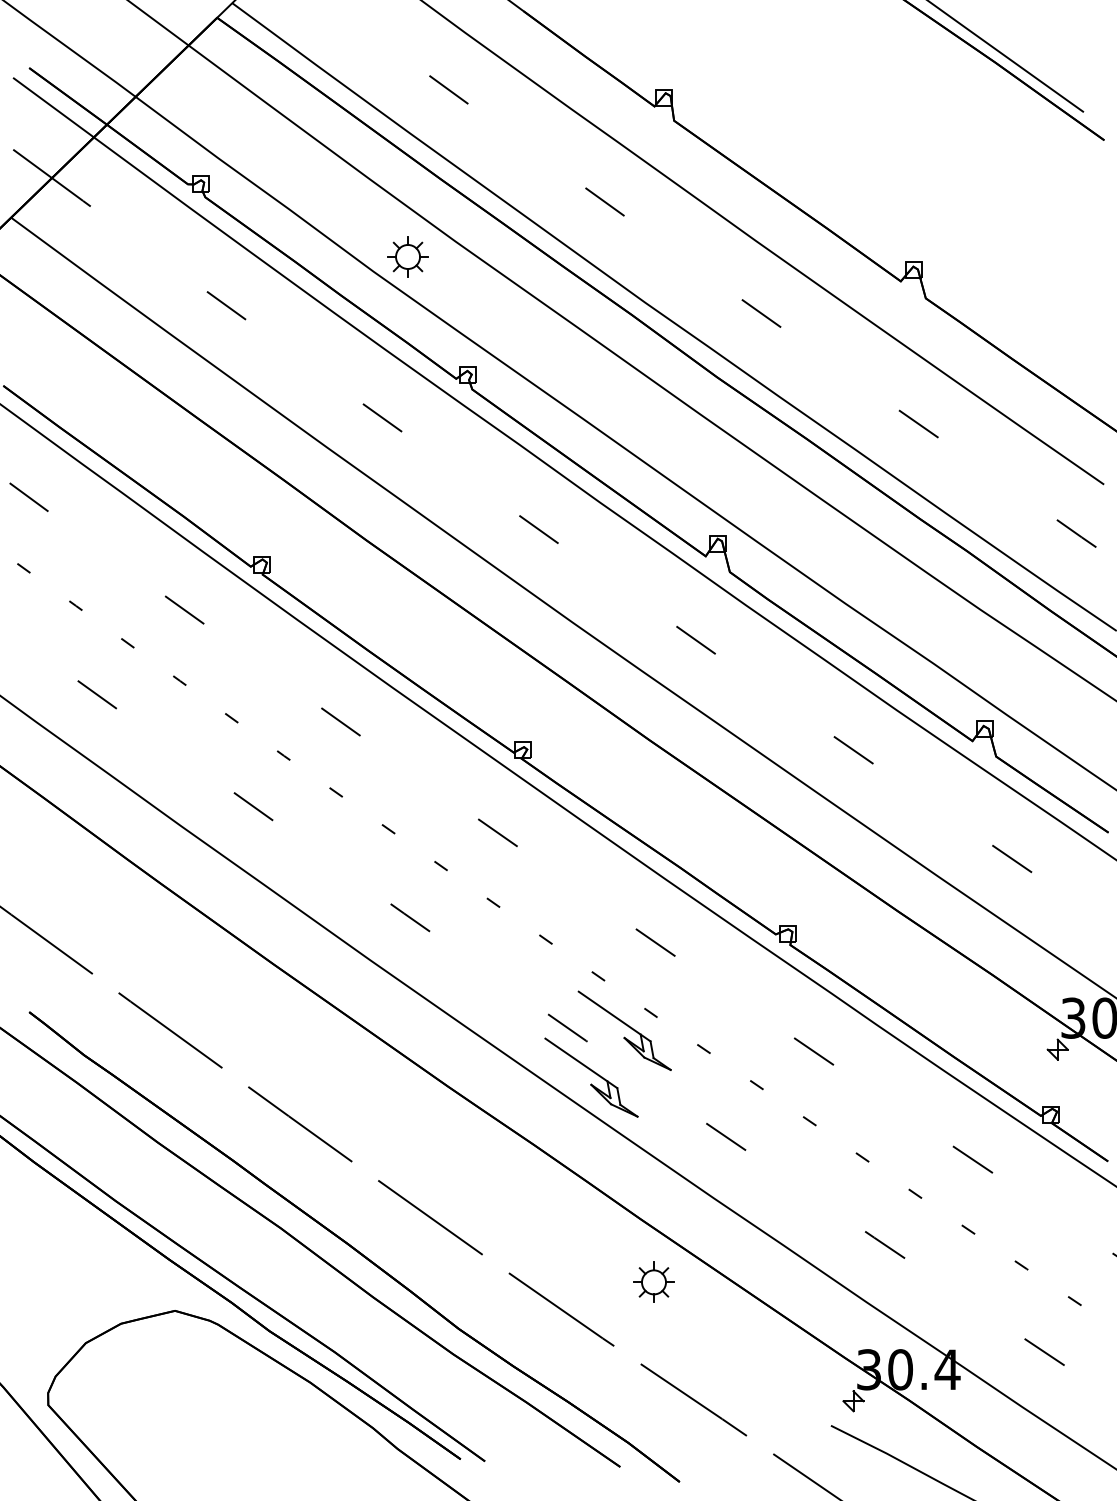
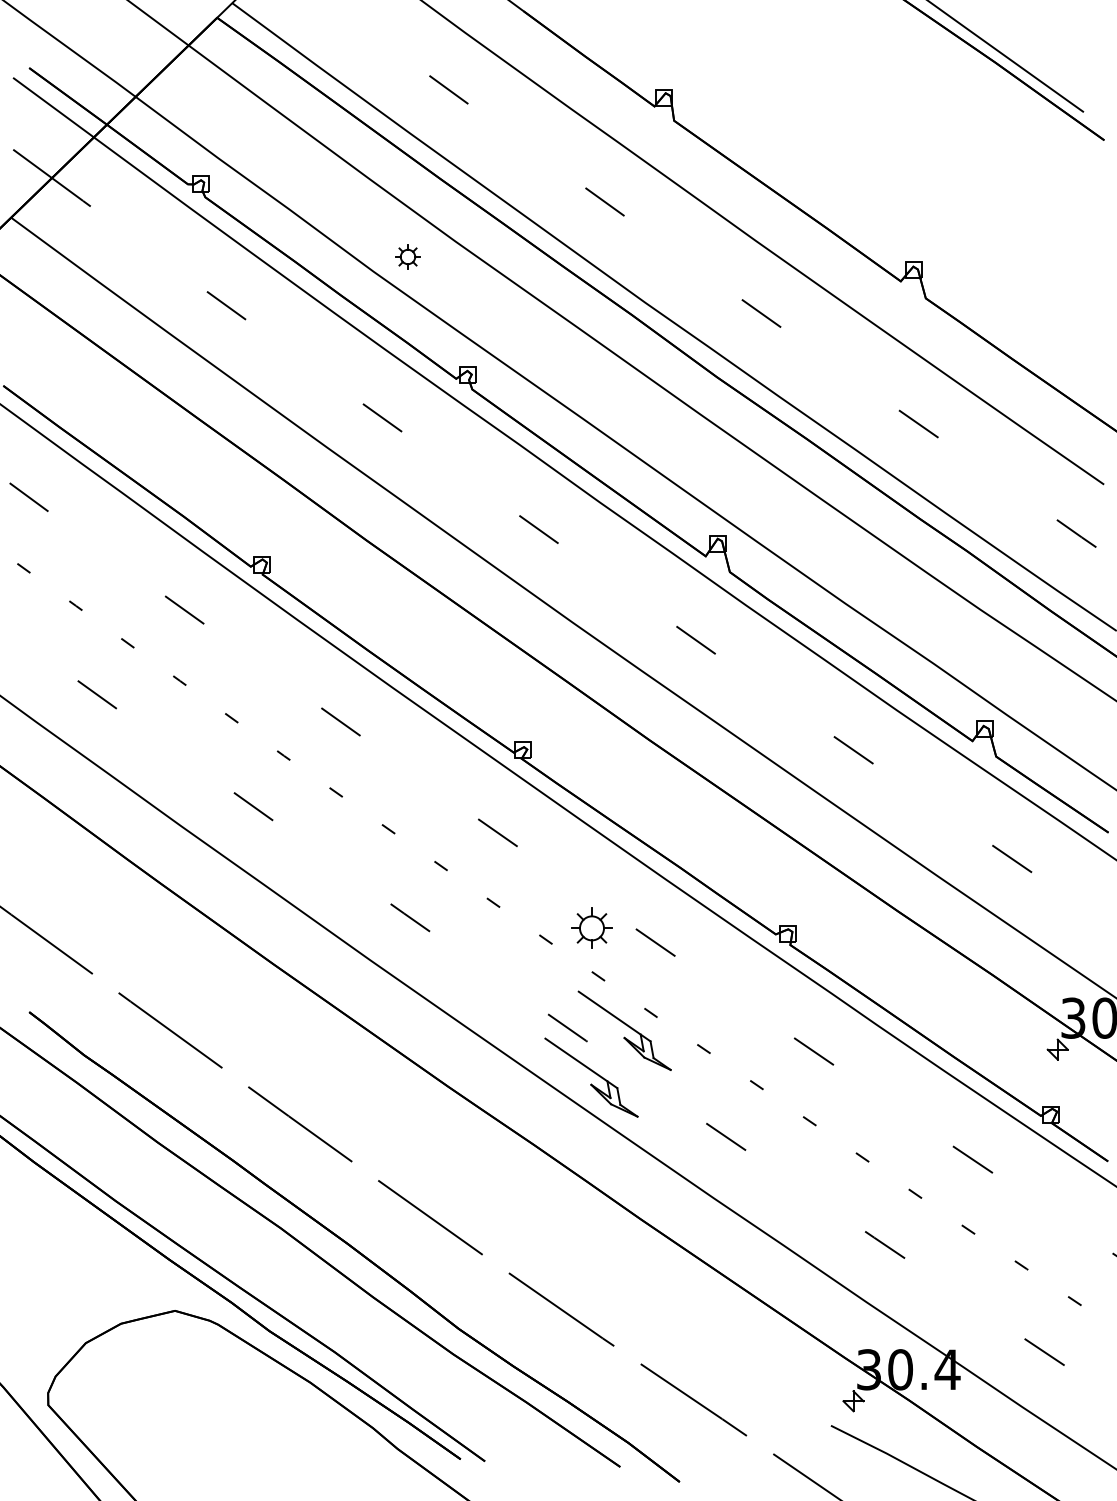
part at (407, 256) size: 42x42 px -> 26x26 px
part at (653, 1281) position: (653, 1281) -> (591, 927)
